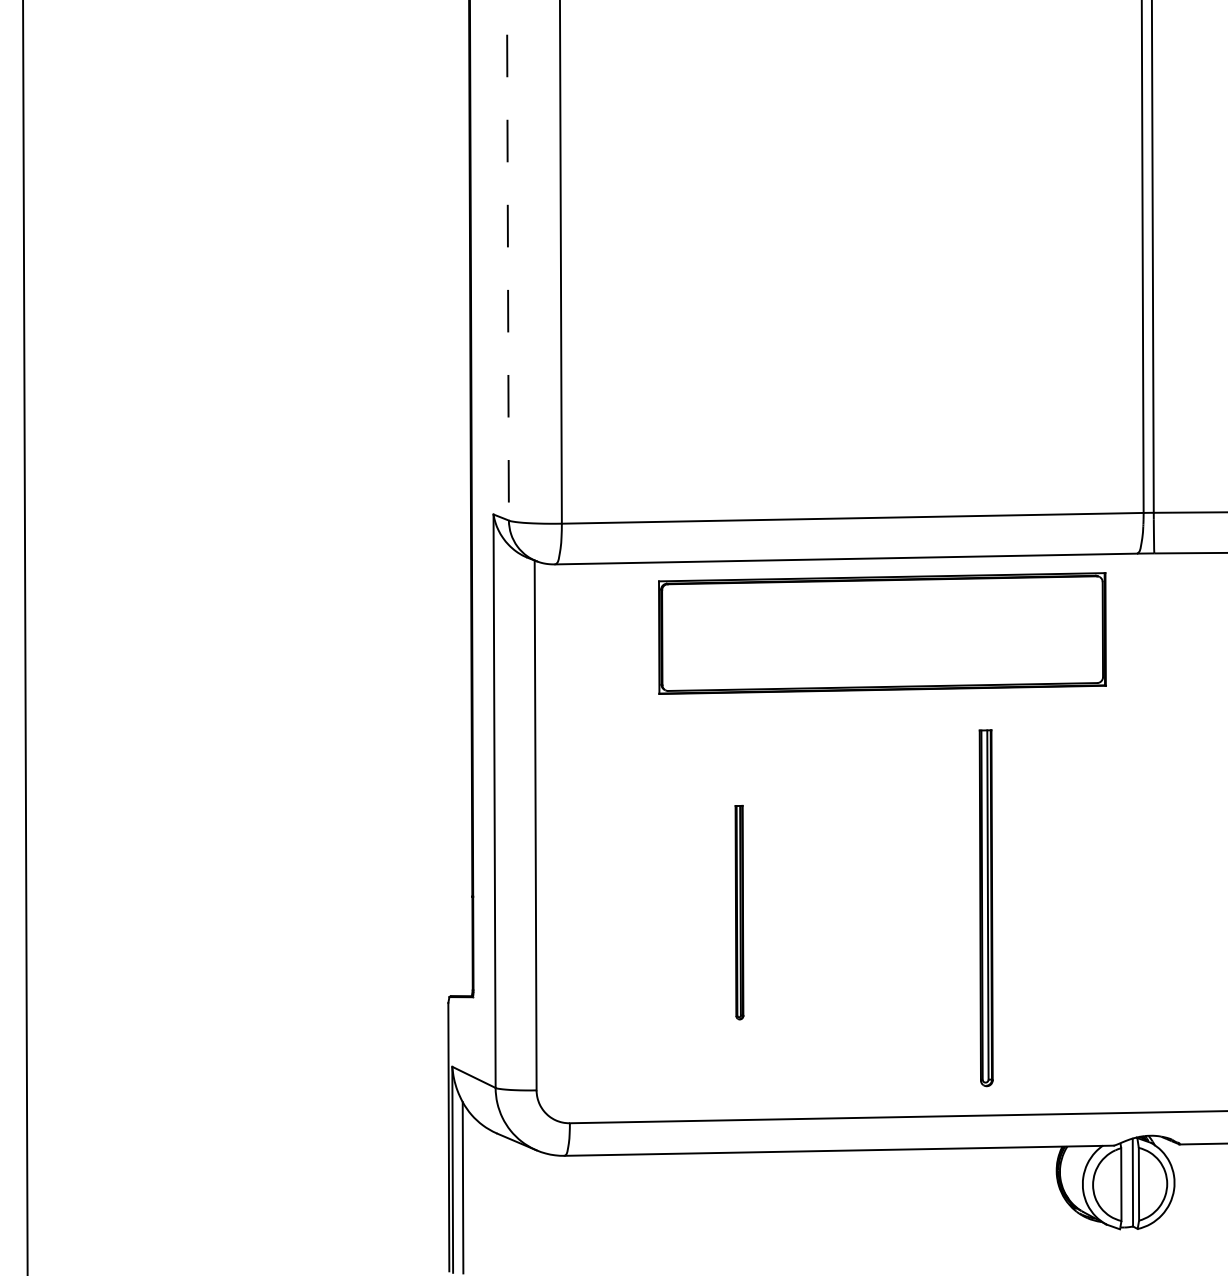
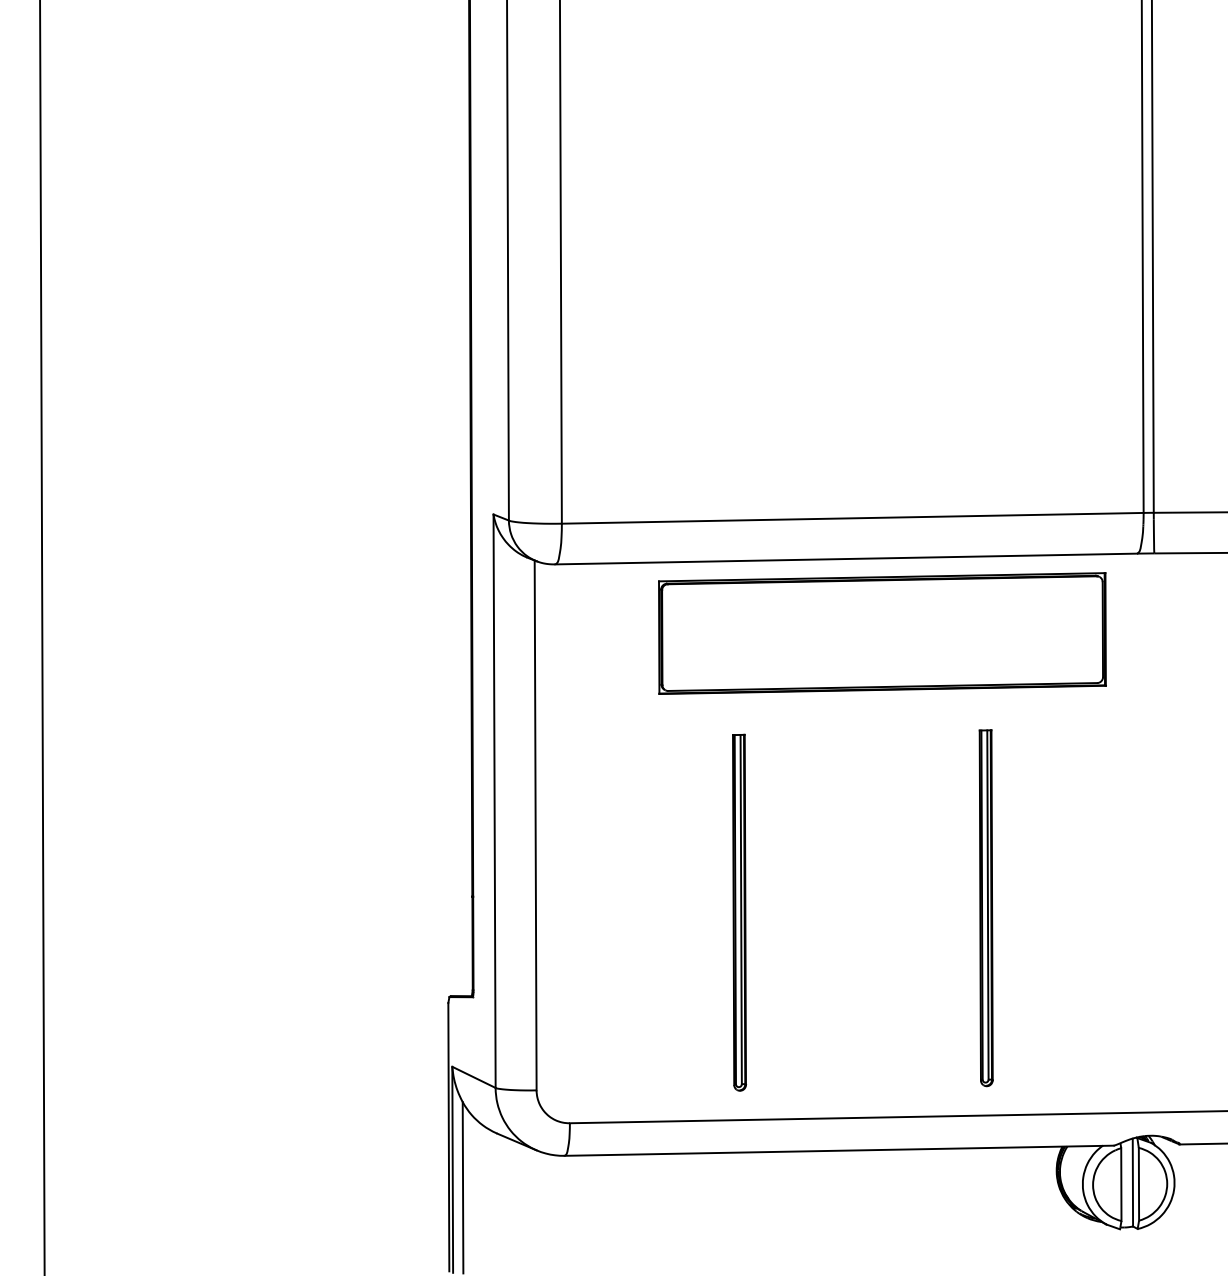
line at (507, 260): dashed -> solid
line at (25, 637) position: (25, 637) -> (42, 637)
part at (739, 912) size: 11x217 px -> 15x359 px
